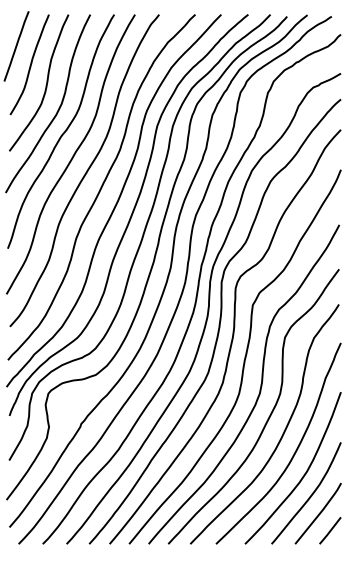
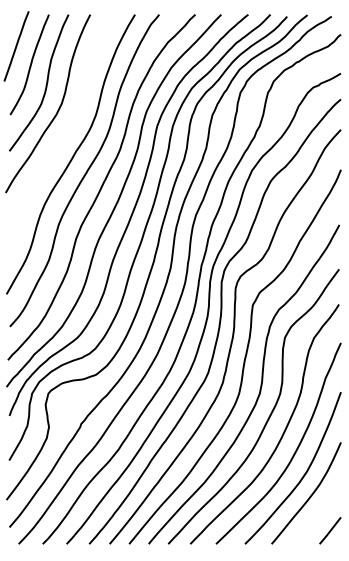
curve at (62, 133): present -> none
line at (318, 513): present -> none
